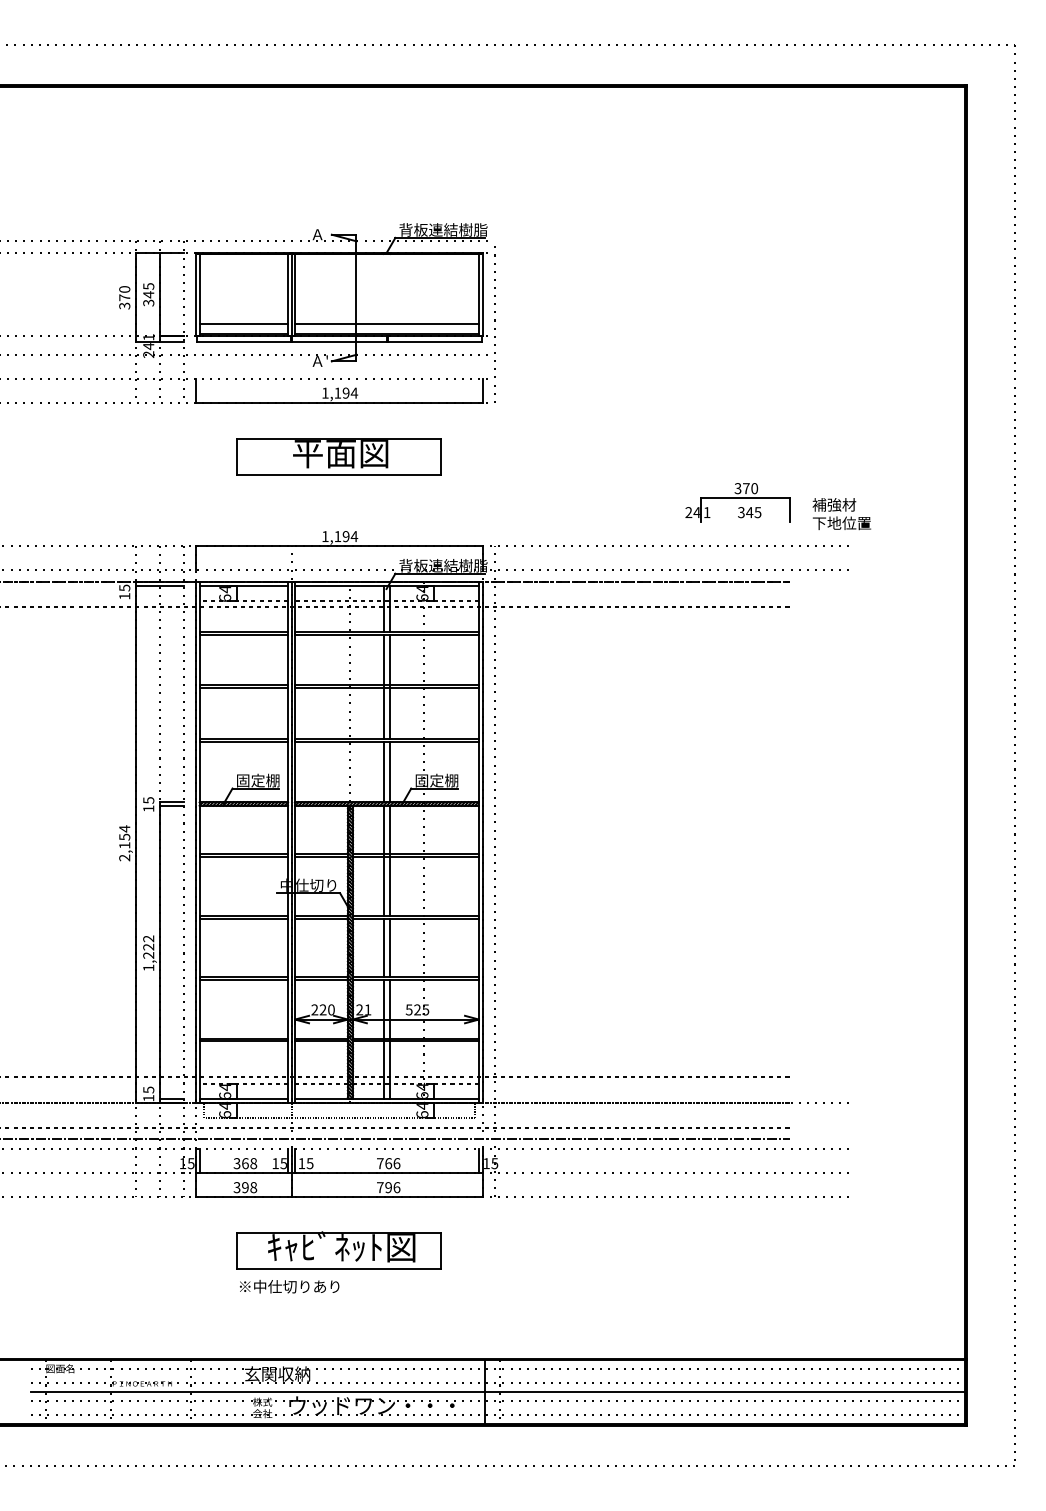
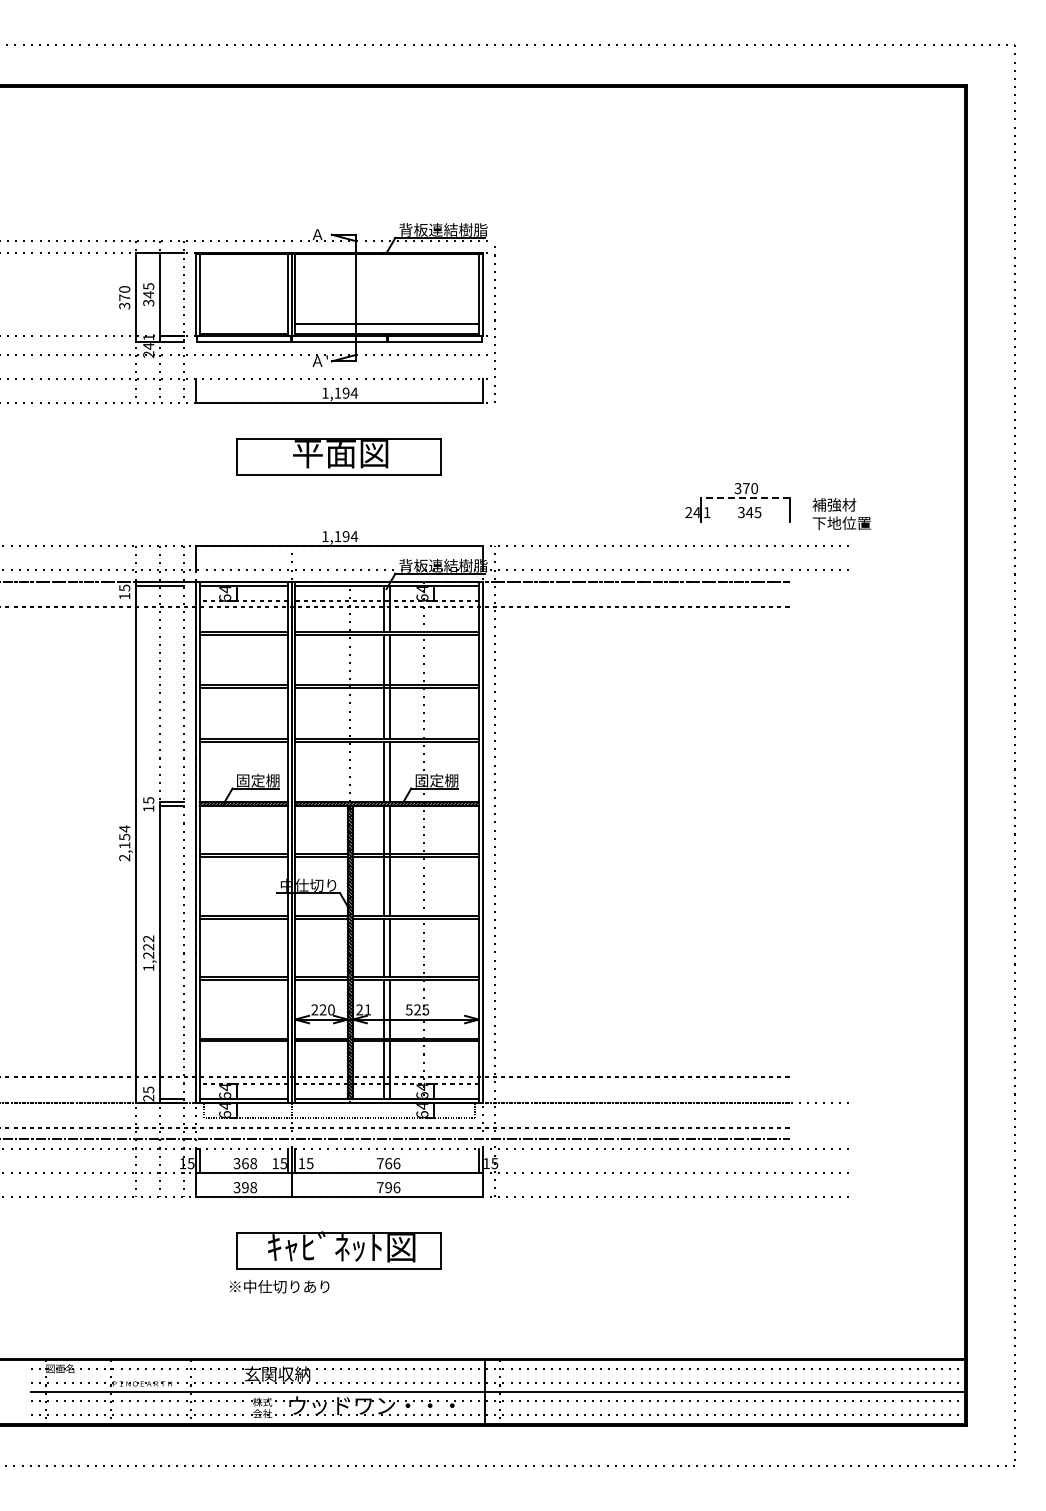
line at (243, 323): present -> none
line at (744, 498): solid -> dashed
text at (148, 1097): 15 -> 25
text at (289, 1286) position: (289, 1286) -> (279, 1286)
